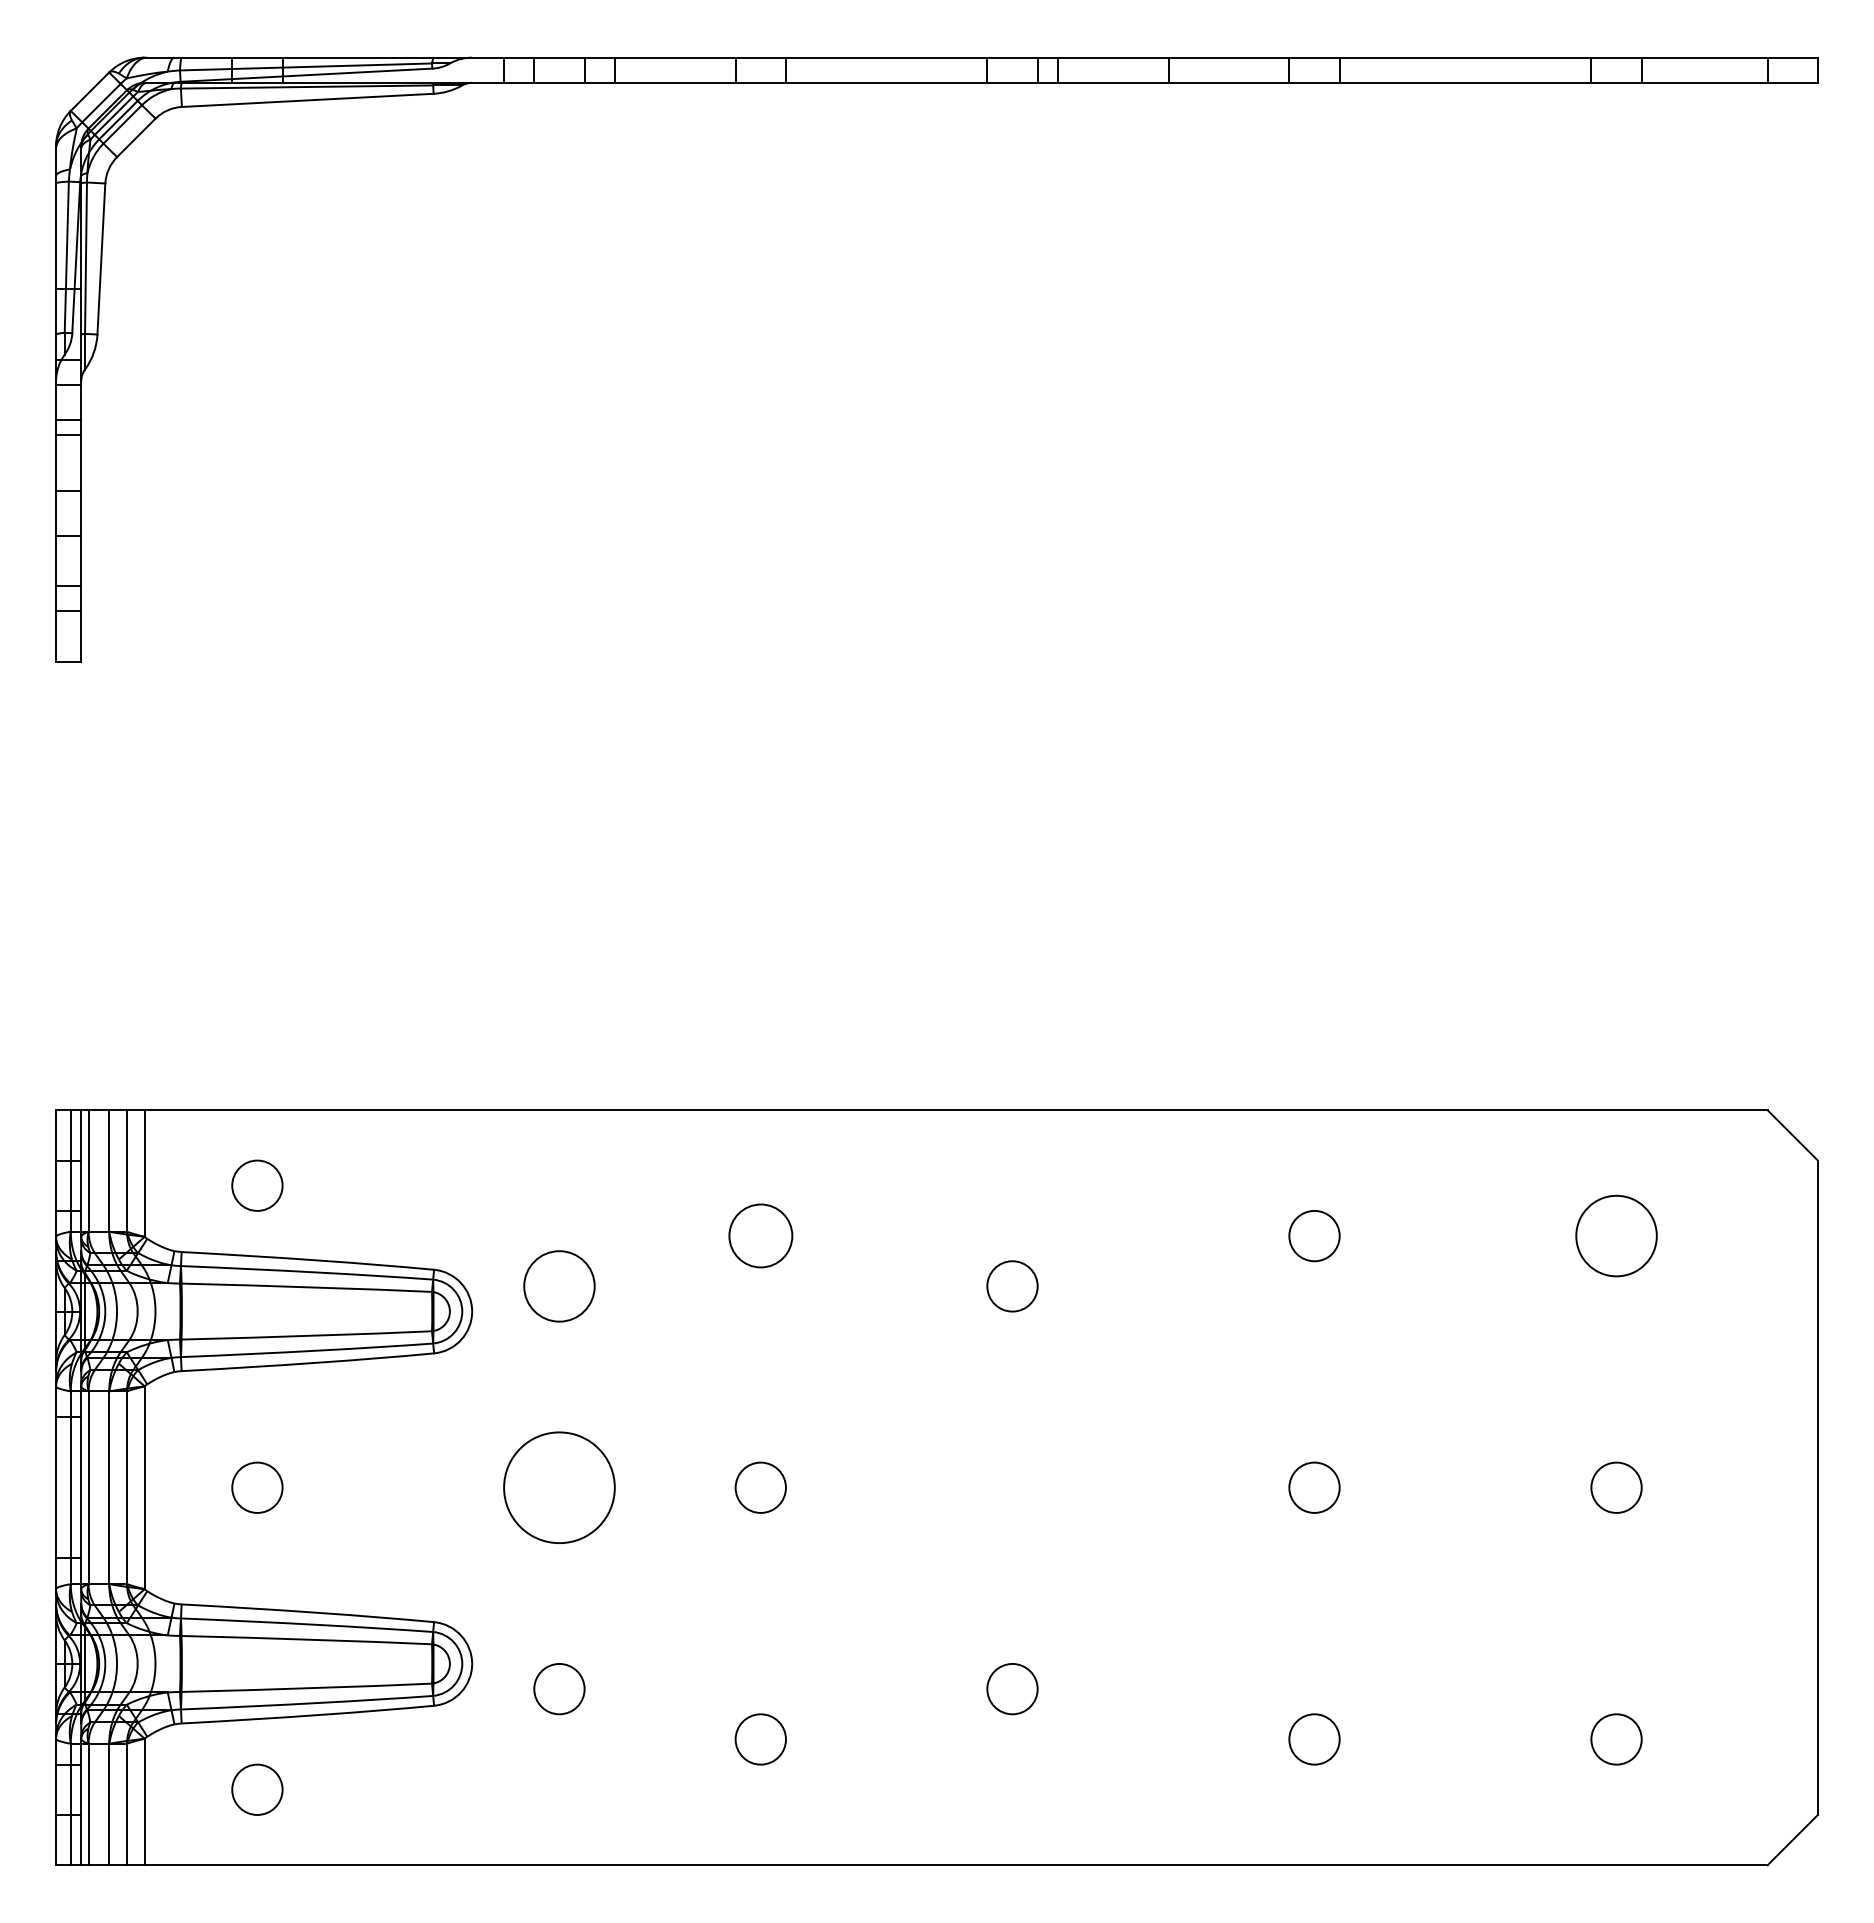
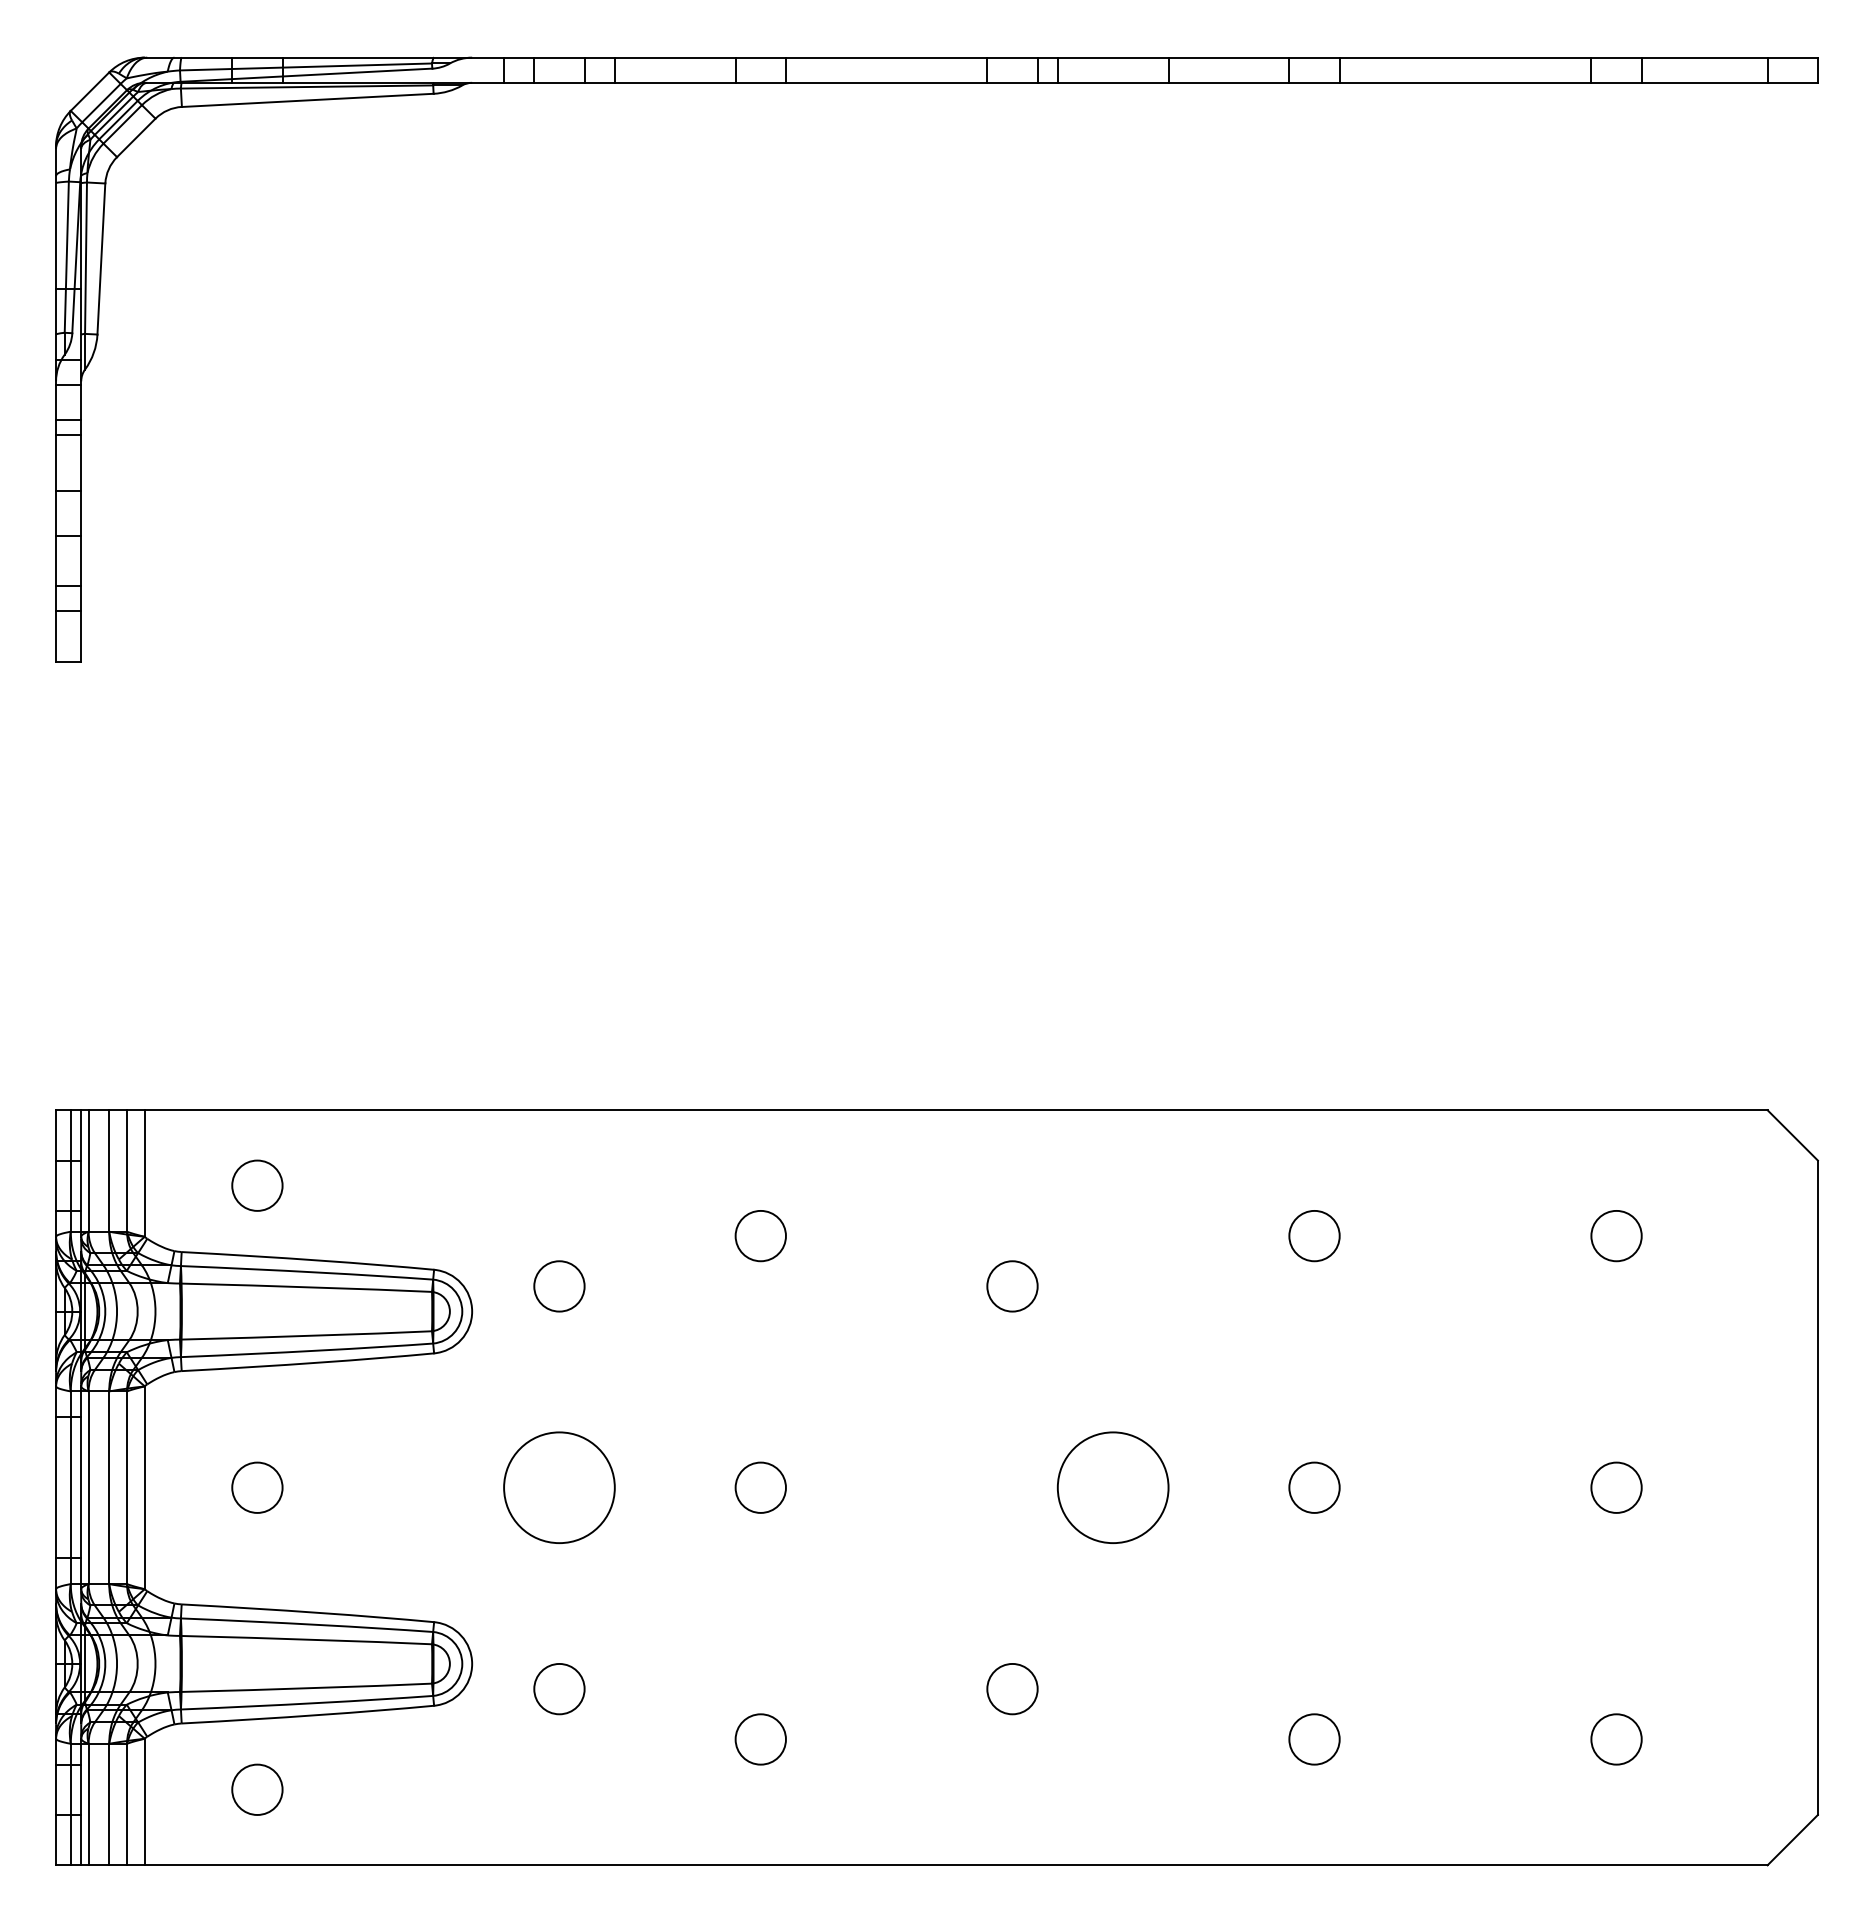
circle at (760, 1235) size: 66x66 px -> 53x53 px
circle at (1616, 1235) diameter: 81 px -> 50 px
circle at (559, 1286) diameter: 70 px -> 50 px
circle at (1112, 1487): none -> present
